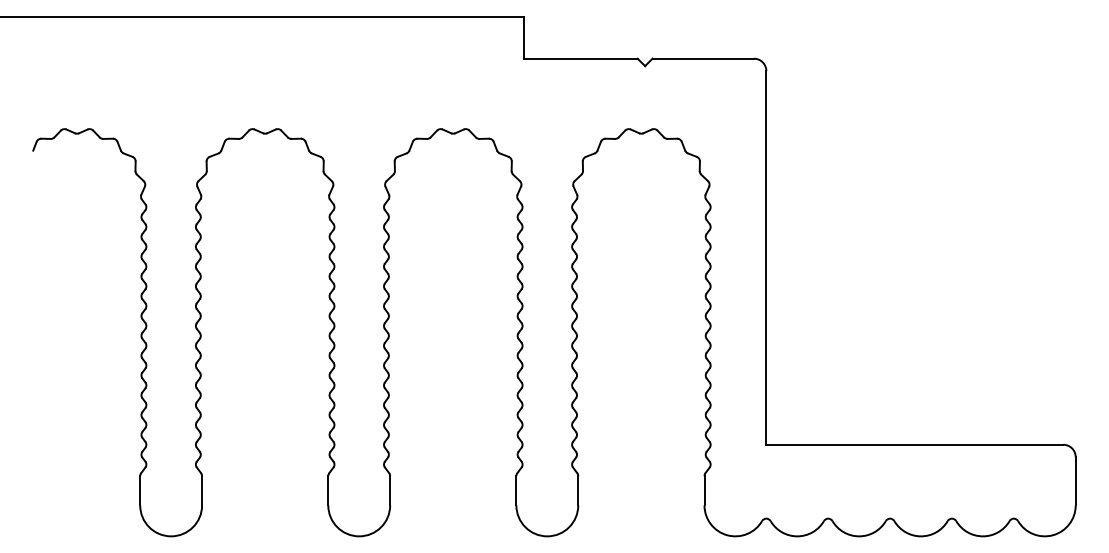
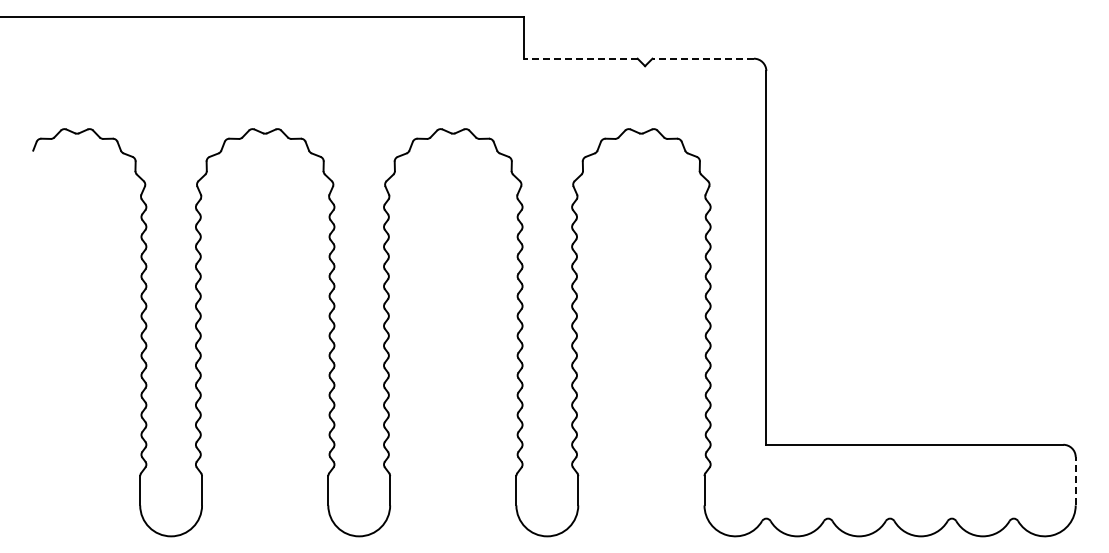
line at (580, 58): solid -> dashed
line at (703, 58): solid -> dashed
line at (1075, 480): solid -> dashed
